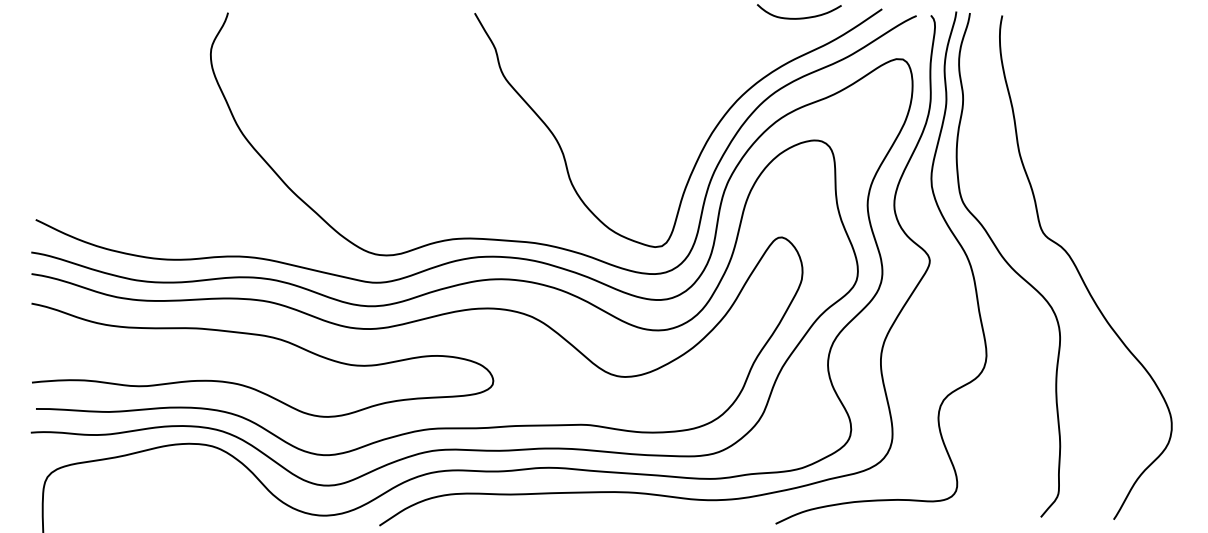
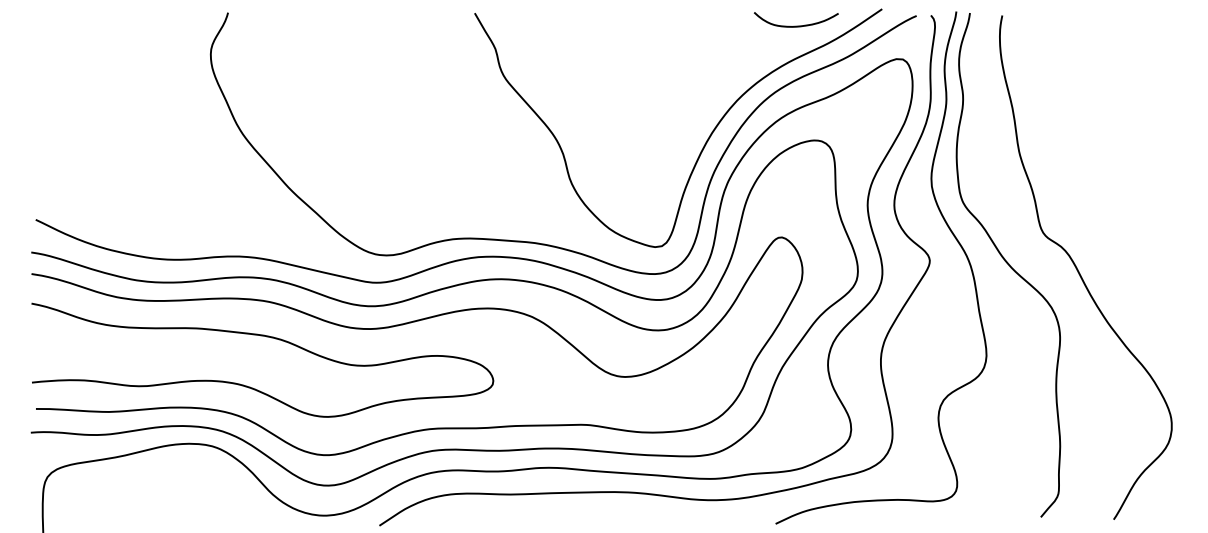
curve at (799, 17) position: (799, 17) -> (796, 25)
